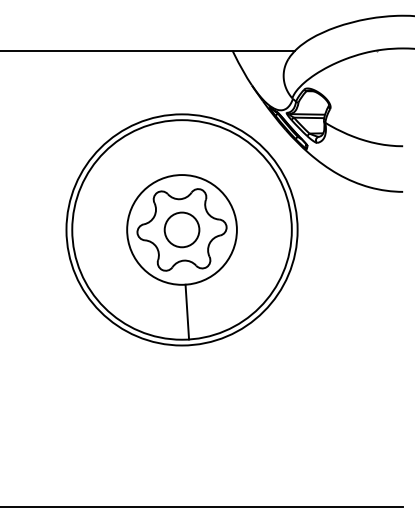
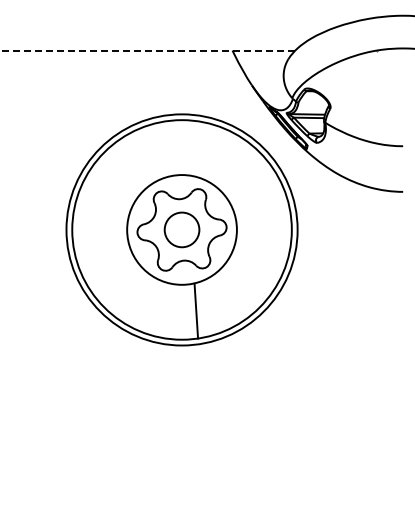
line at (147, 50): solid -> dashed
line at (187, 311) position: (187, 311) -> (196, 310)
line at (202, 507): present -> none
